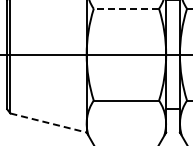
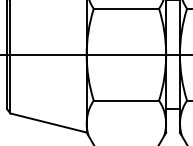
line at (126, 8): dashed -> solid
line at (49, 123): dashed -> solid
